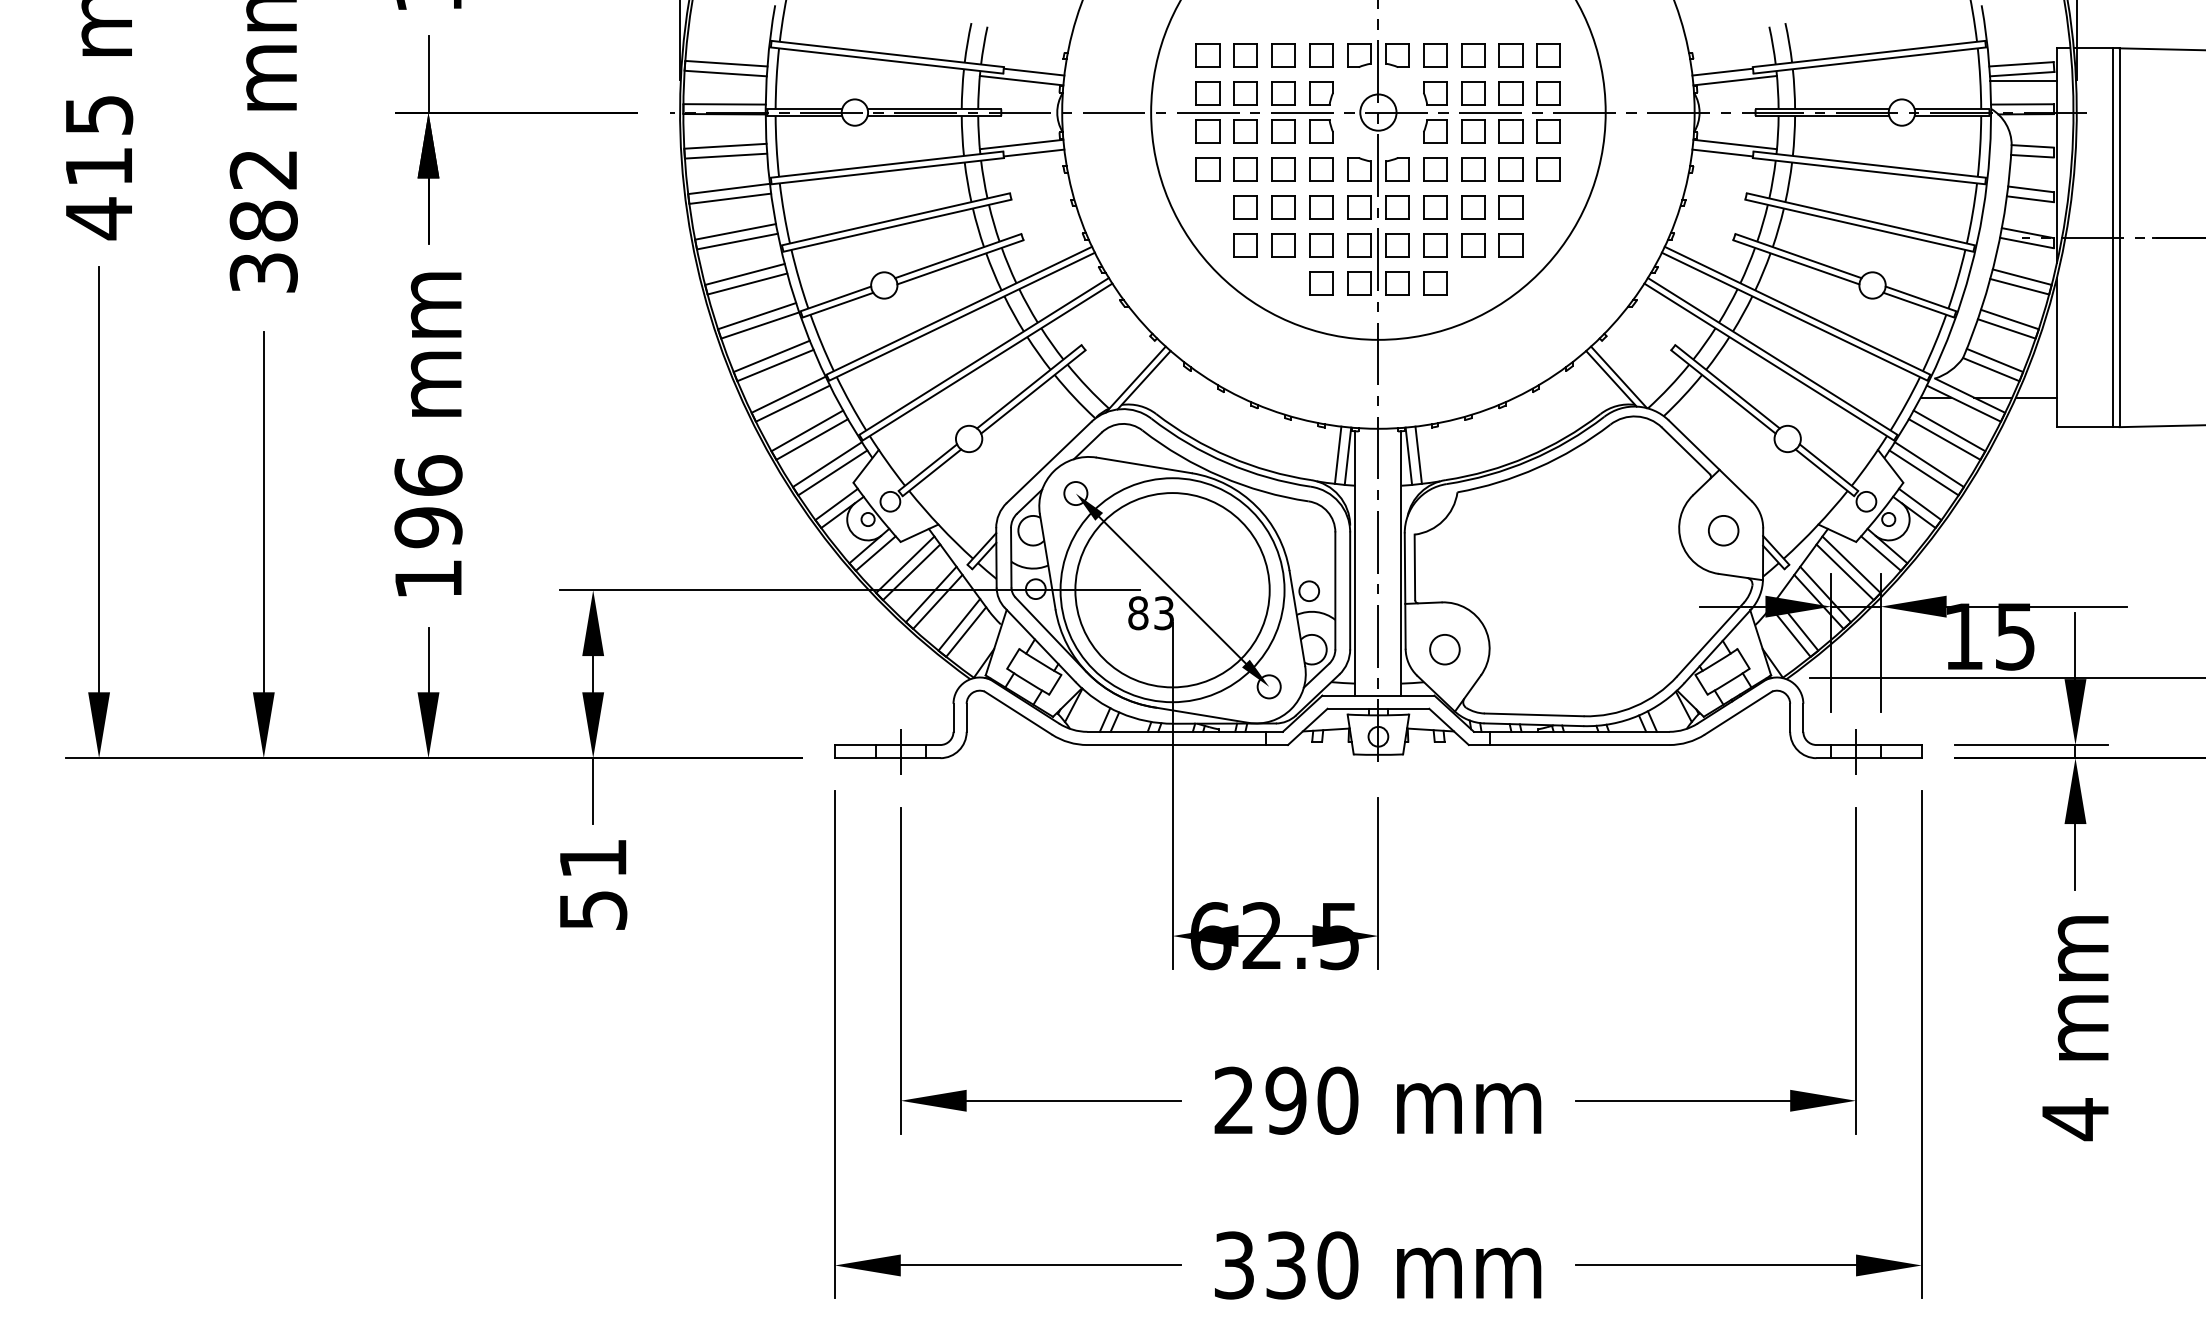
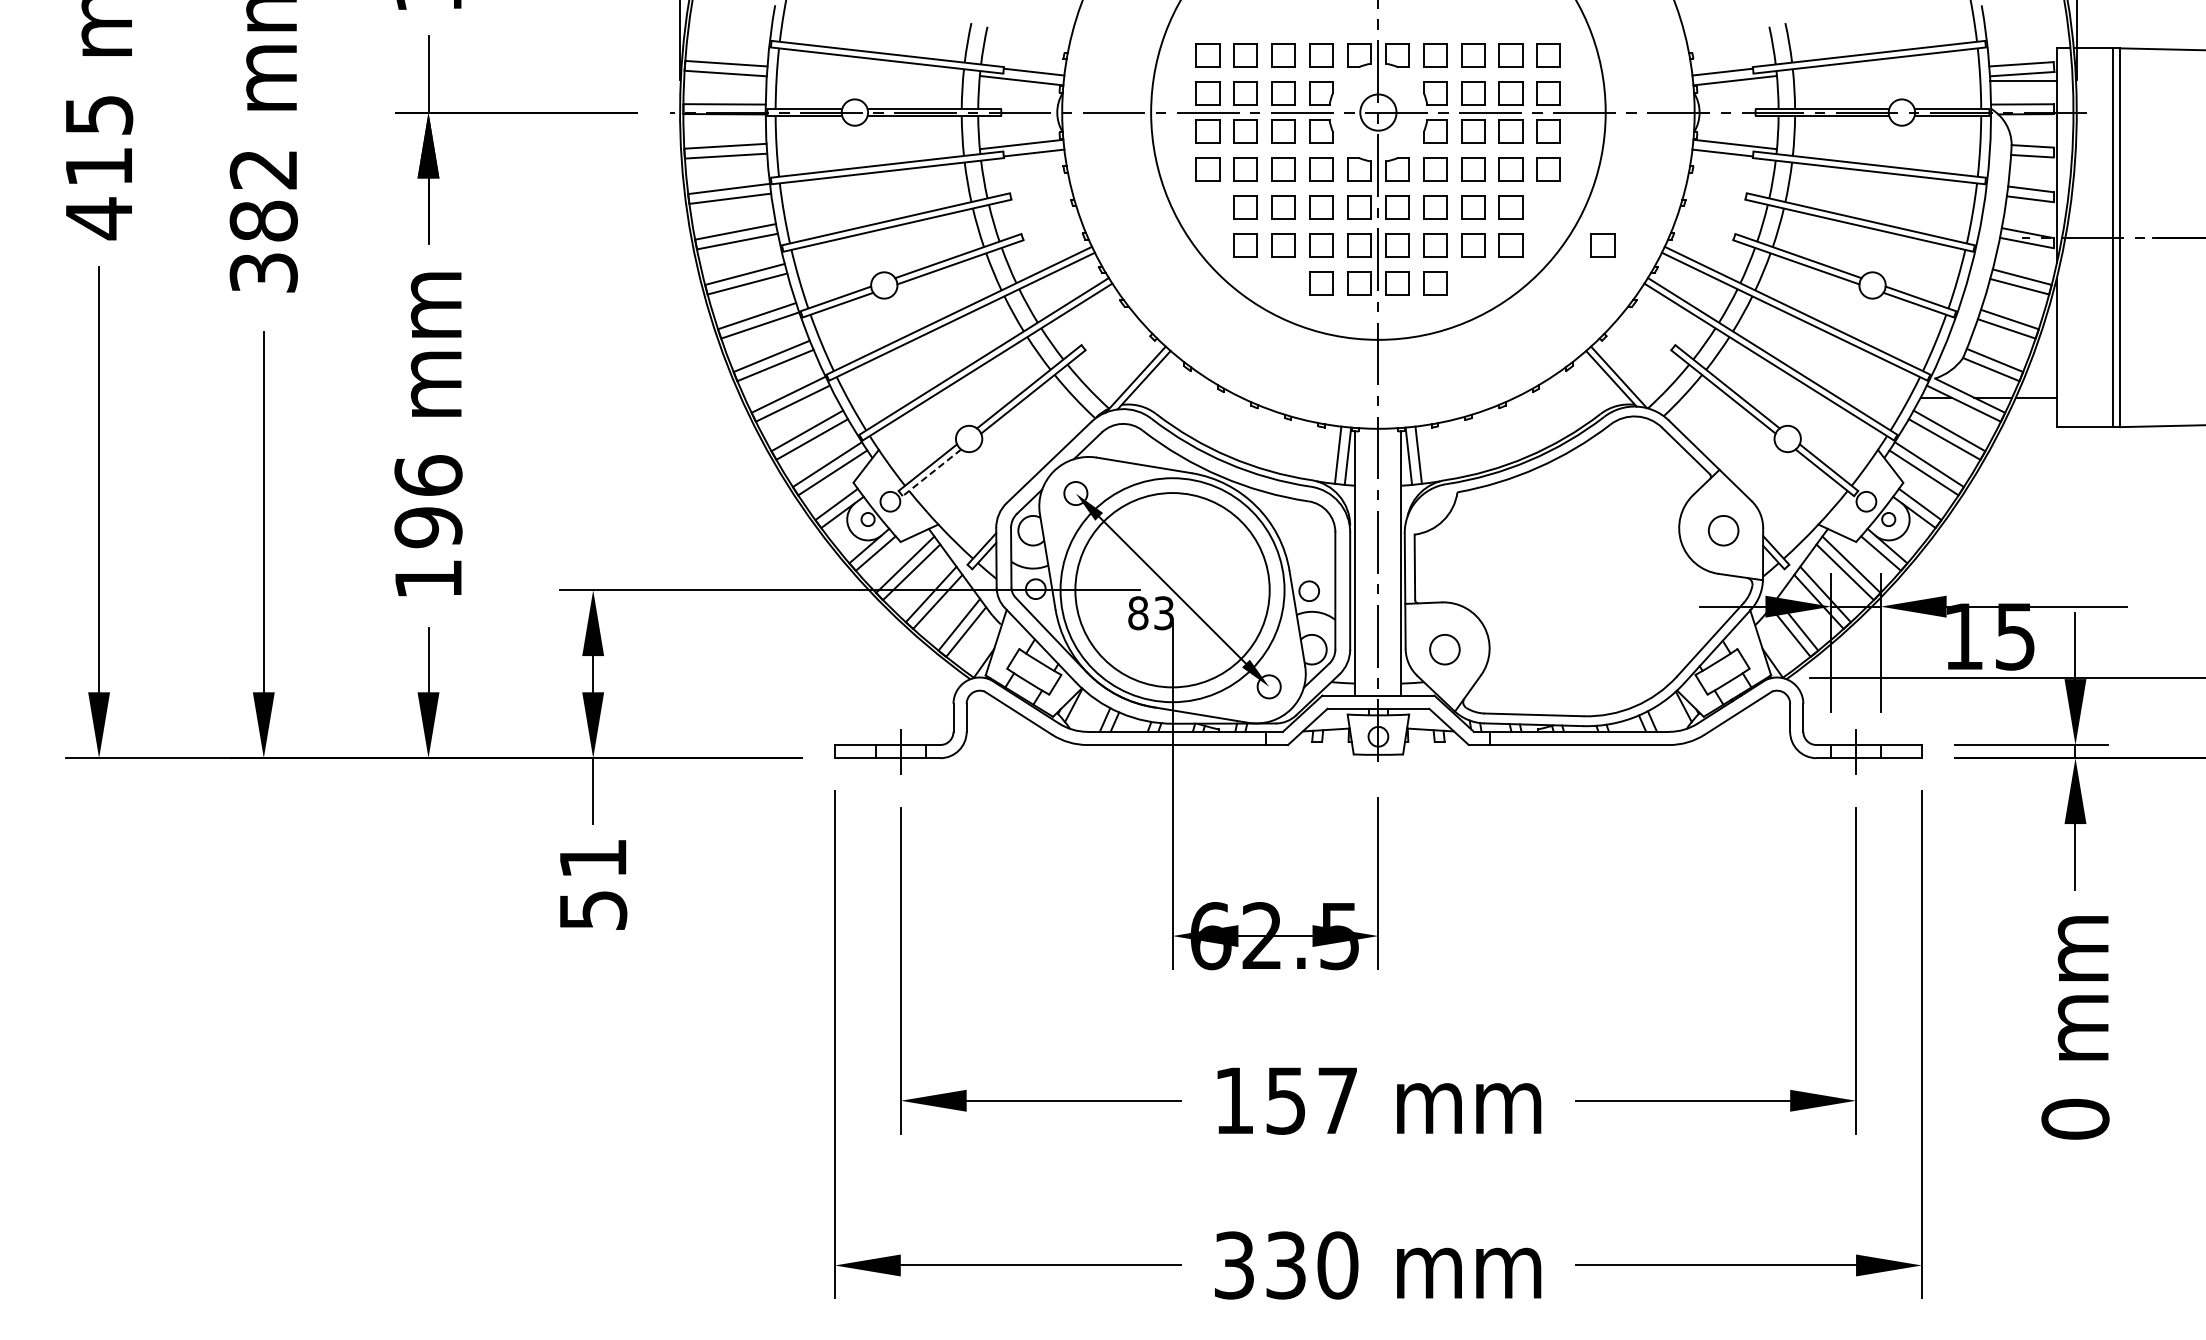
part at (1602, 245): none -> present
line at (931, 473): solid -> dashed
text at (1286, 1100): 290 -> 157
text at (2075, 1119): 4 -> 0
